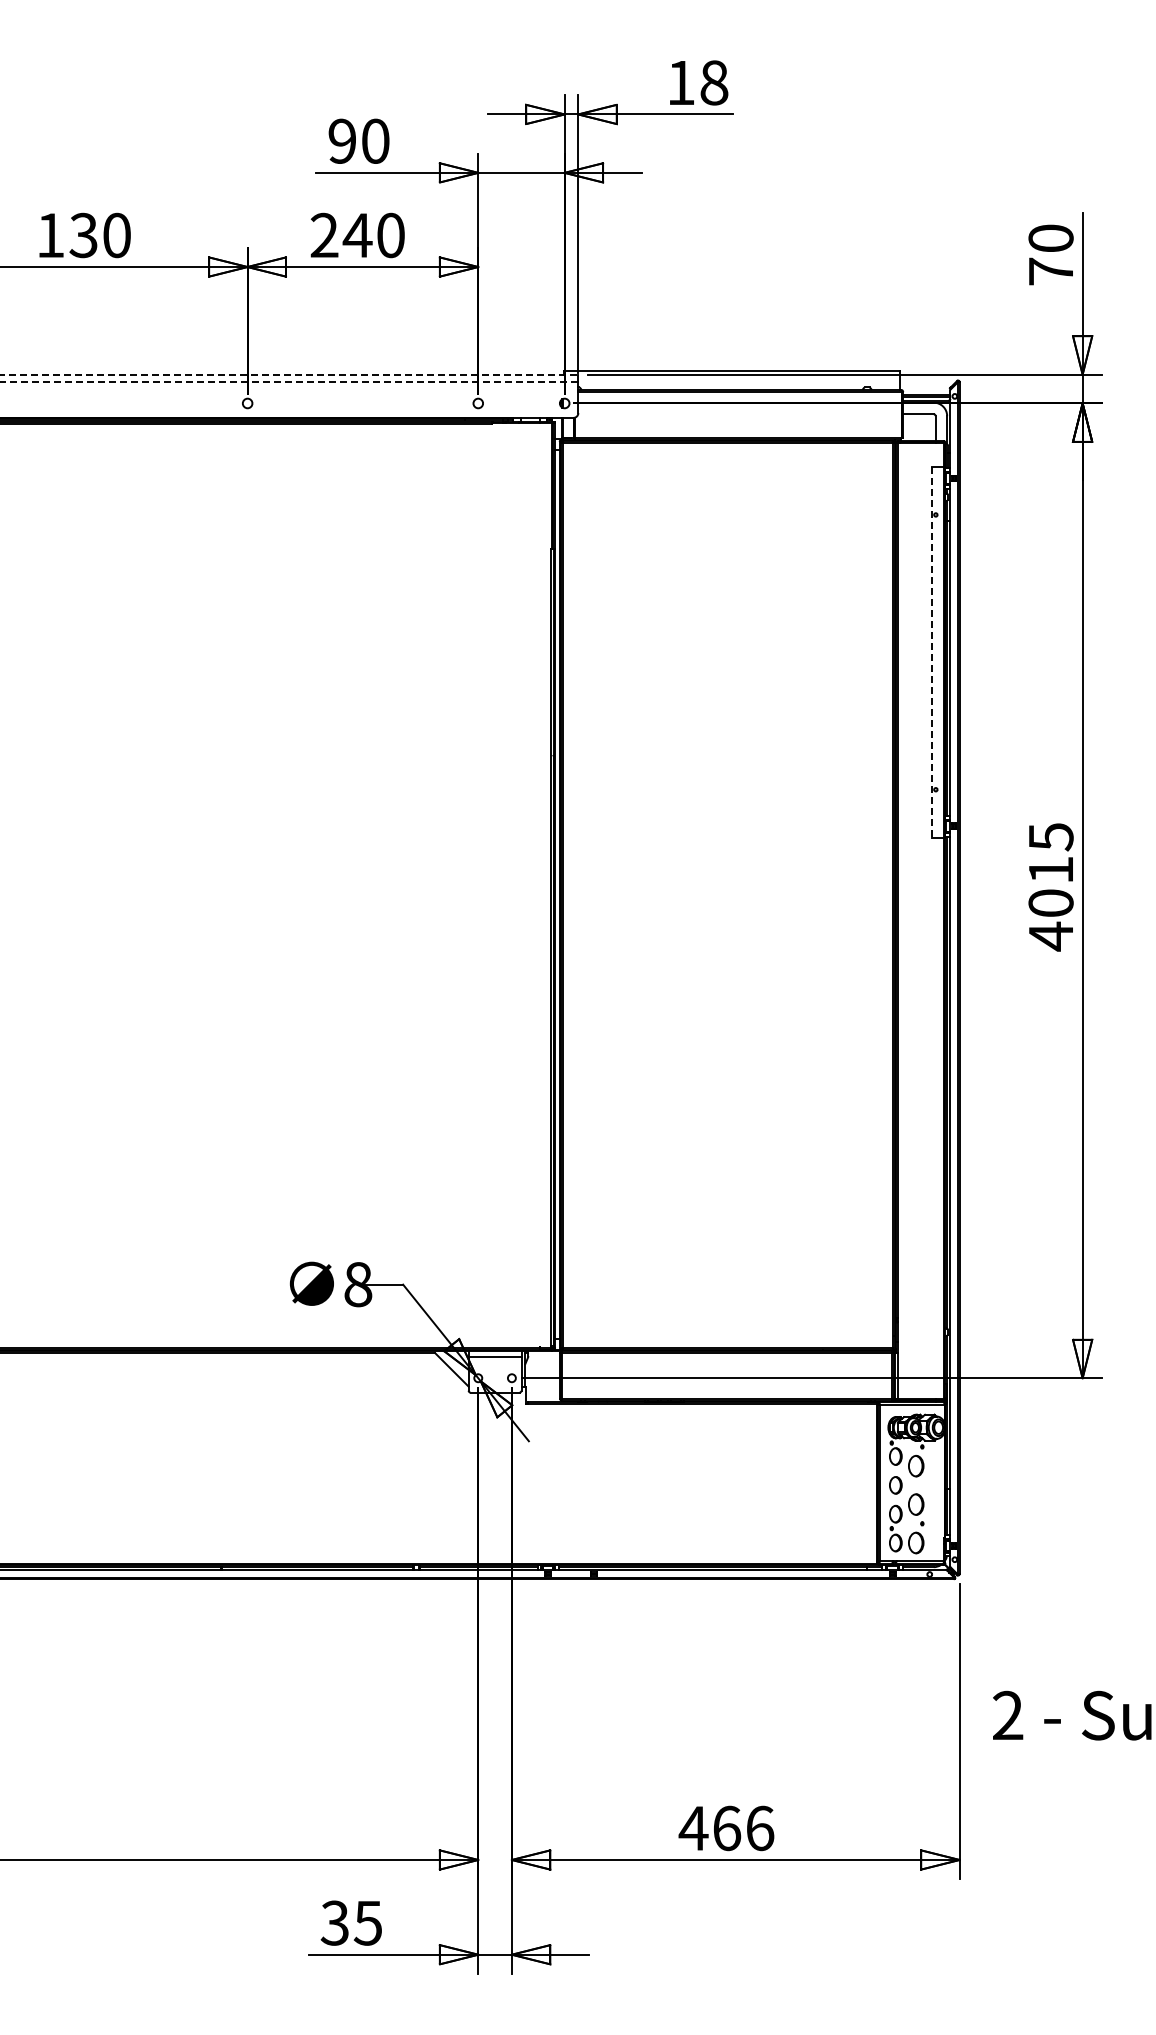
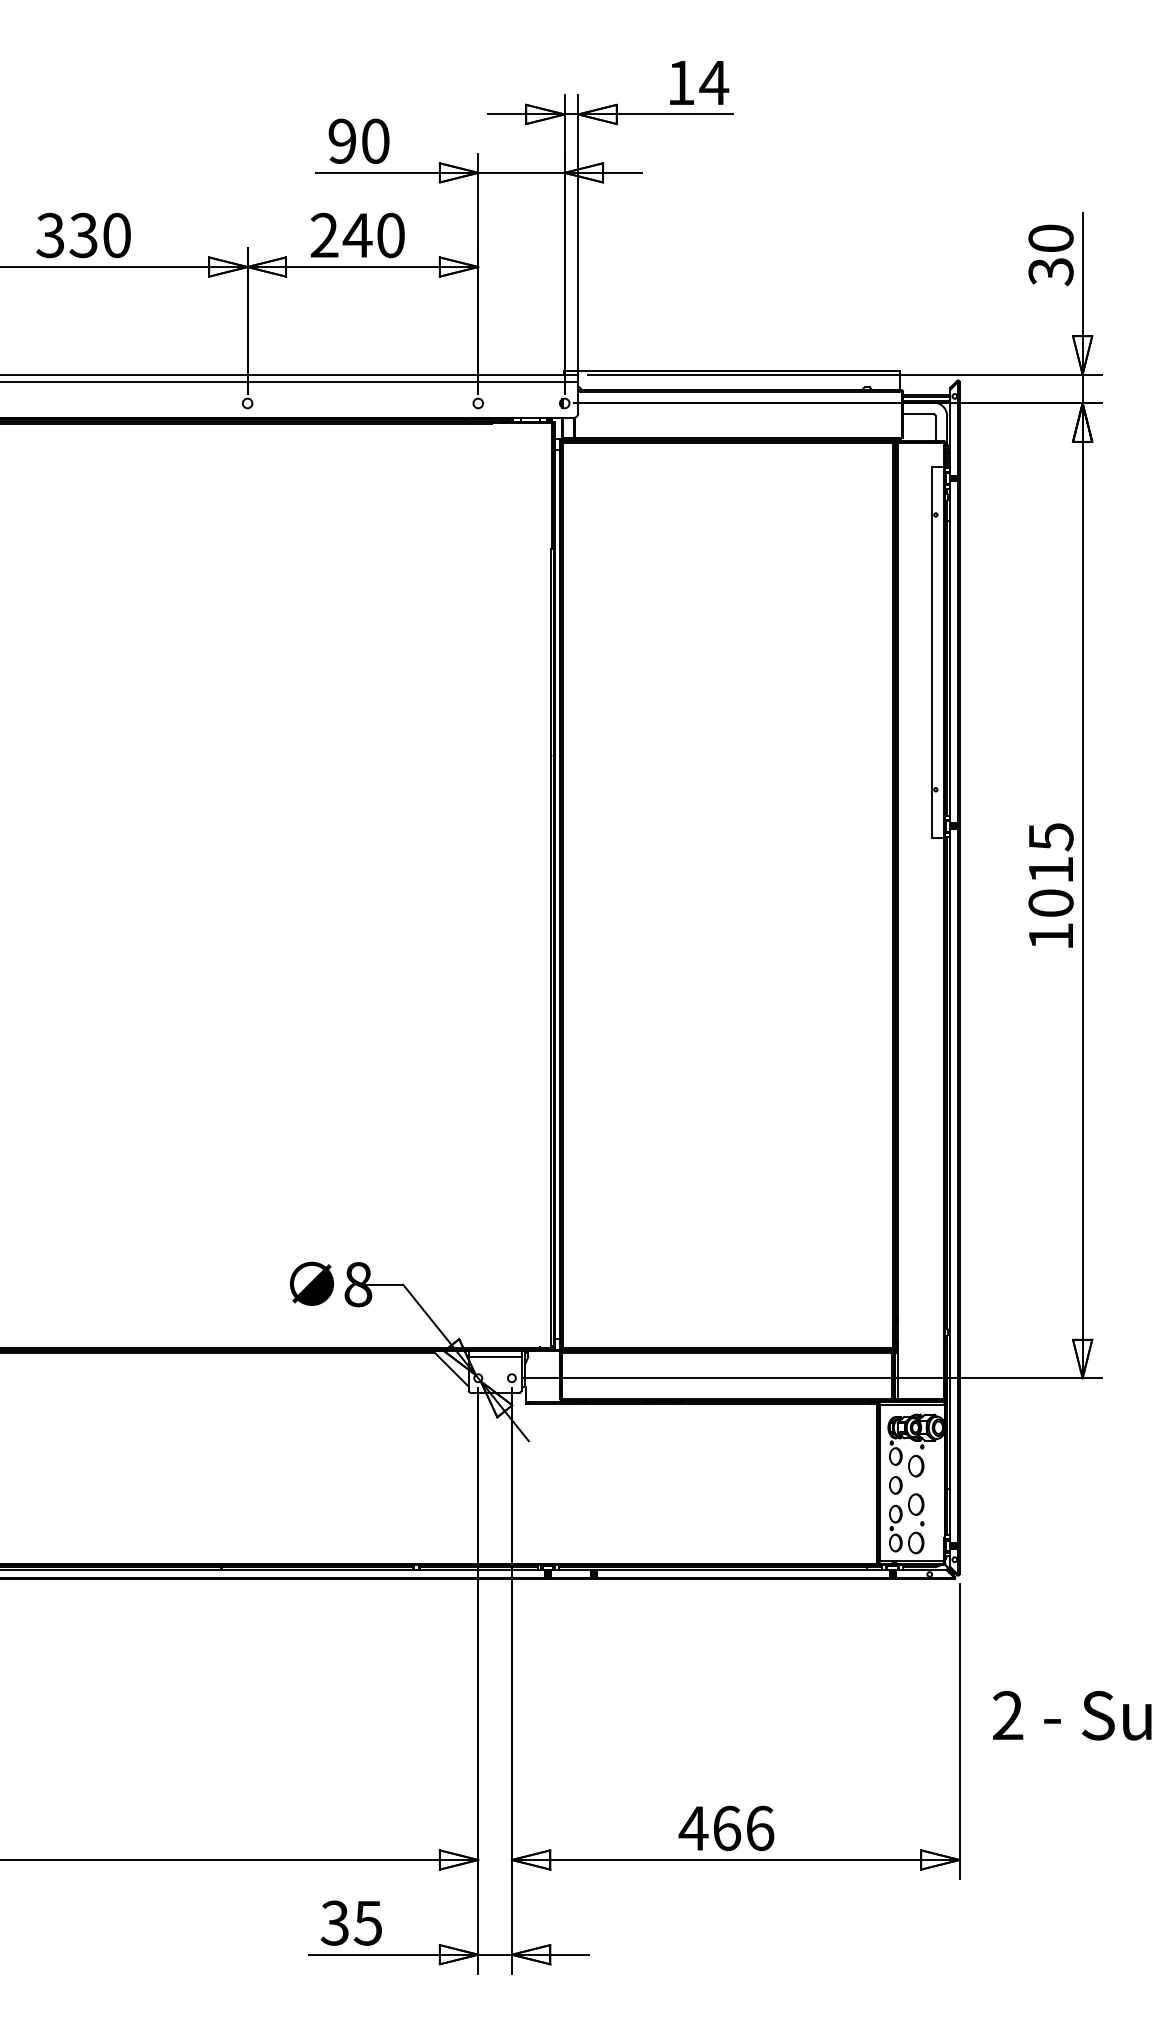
text at (714, 82): 18 -> 14
text at (50, 235): 130 -> 330
text at (1050, 271): 70 -> 30
line at (289, 374): dashed -> solid
line at (289, 382): dashed -> solid
line at (932, 652): dashed -> solid
text at (1050, 936): 4015 -> 1015
